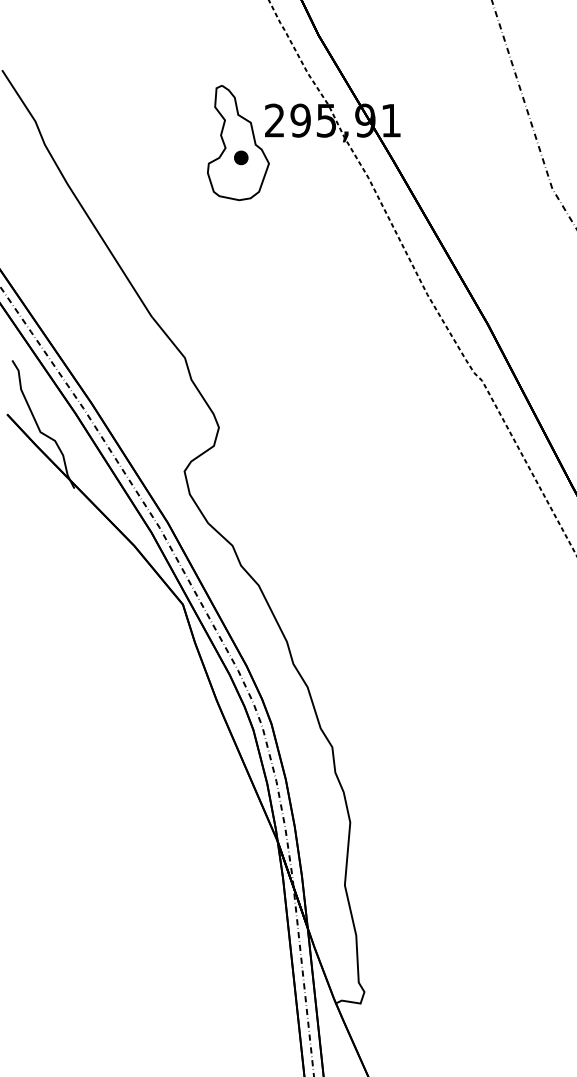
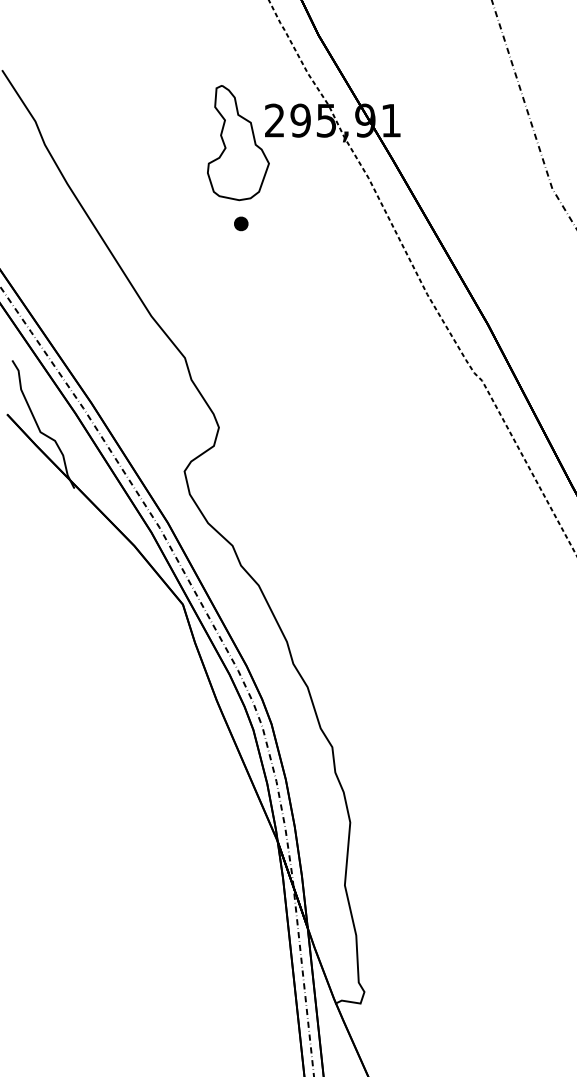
part at (241, 157) position: (241, 157) -> (241, 223)
